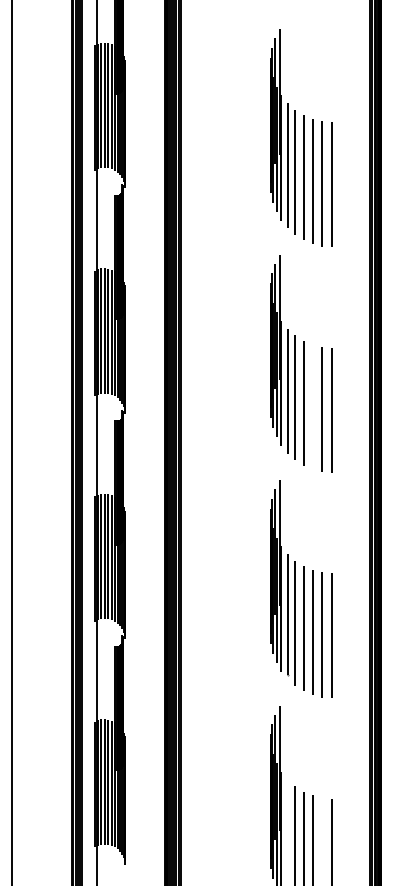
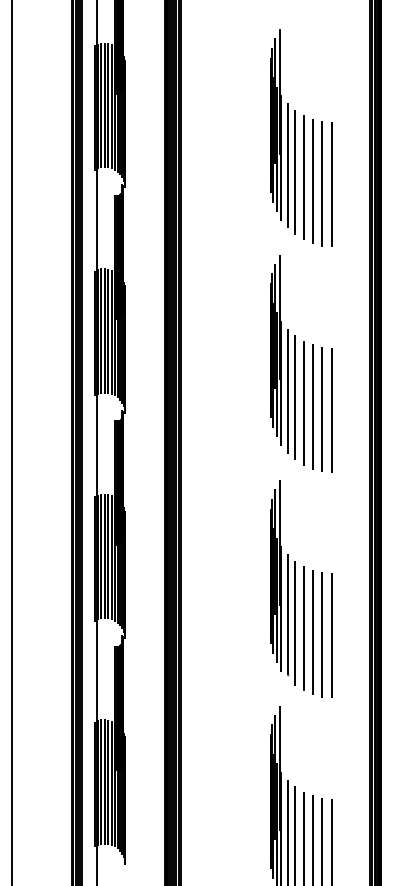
line at (312, 406): none -> present
line at (287, 830): none -> present
line at (322, 839): none -> present
